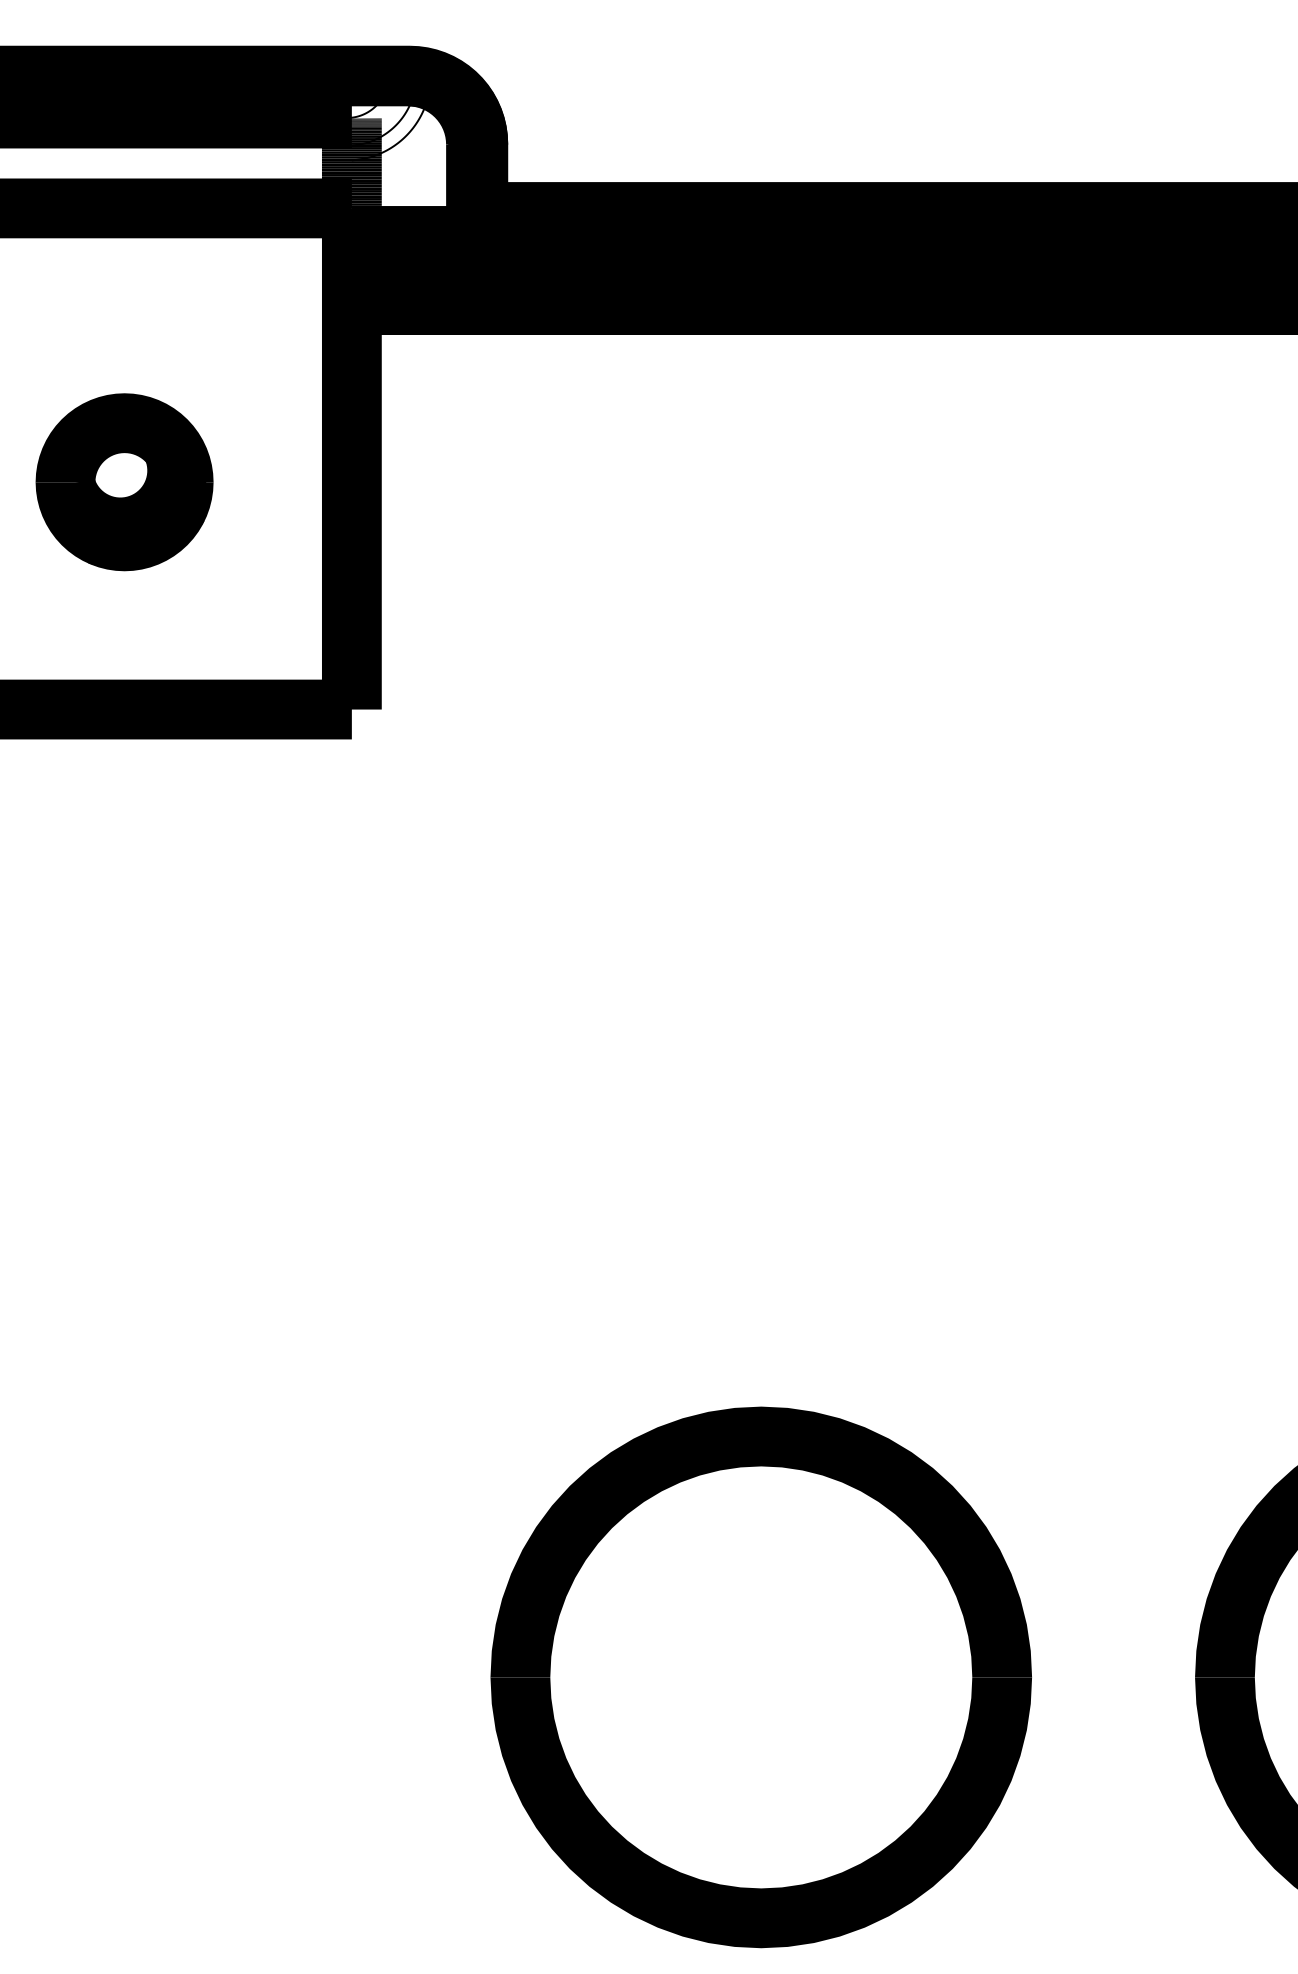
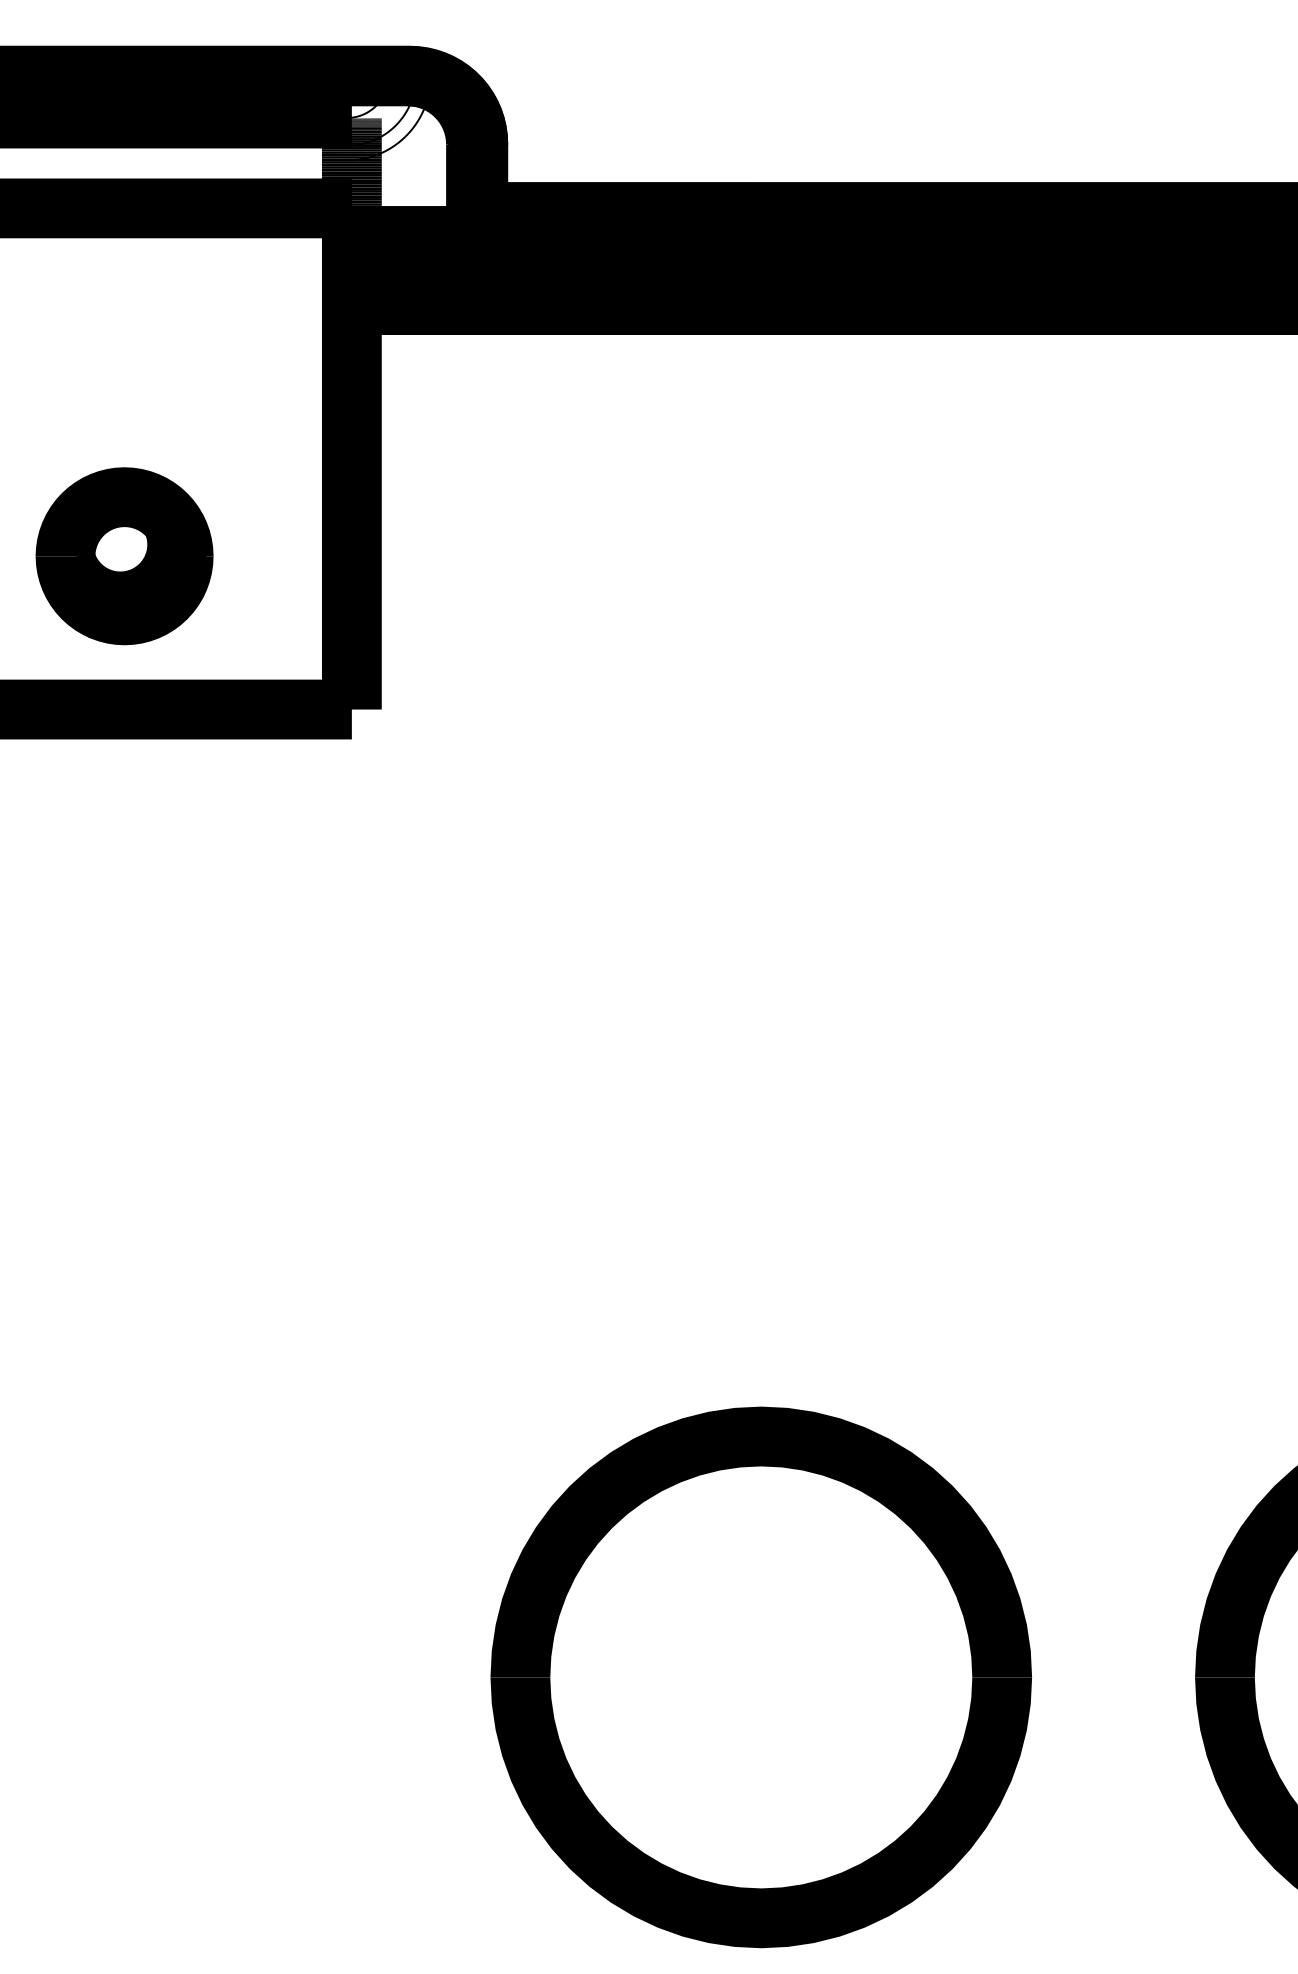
part at (124, 482) position: (124, 482) -> (124, 556)
